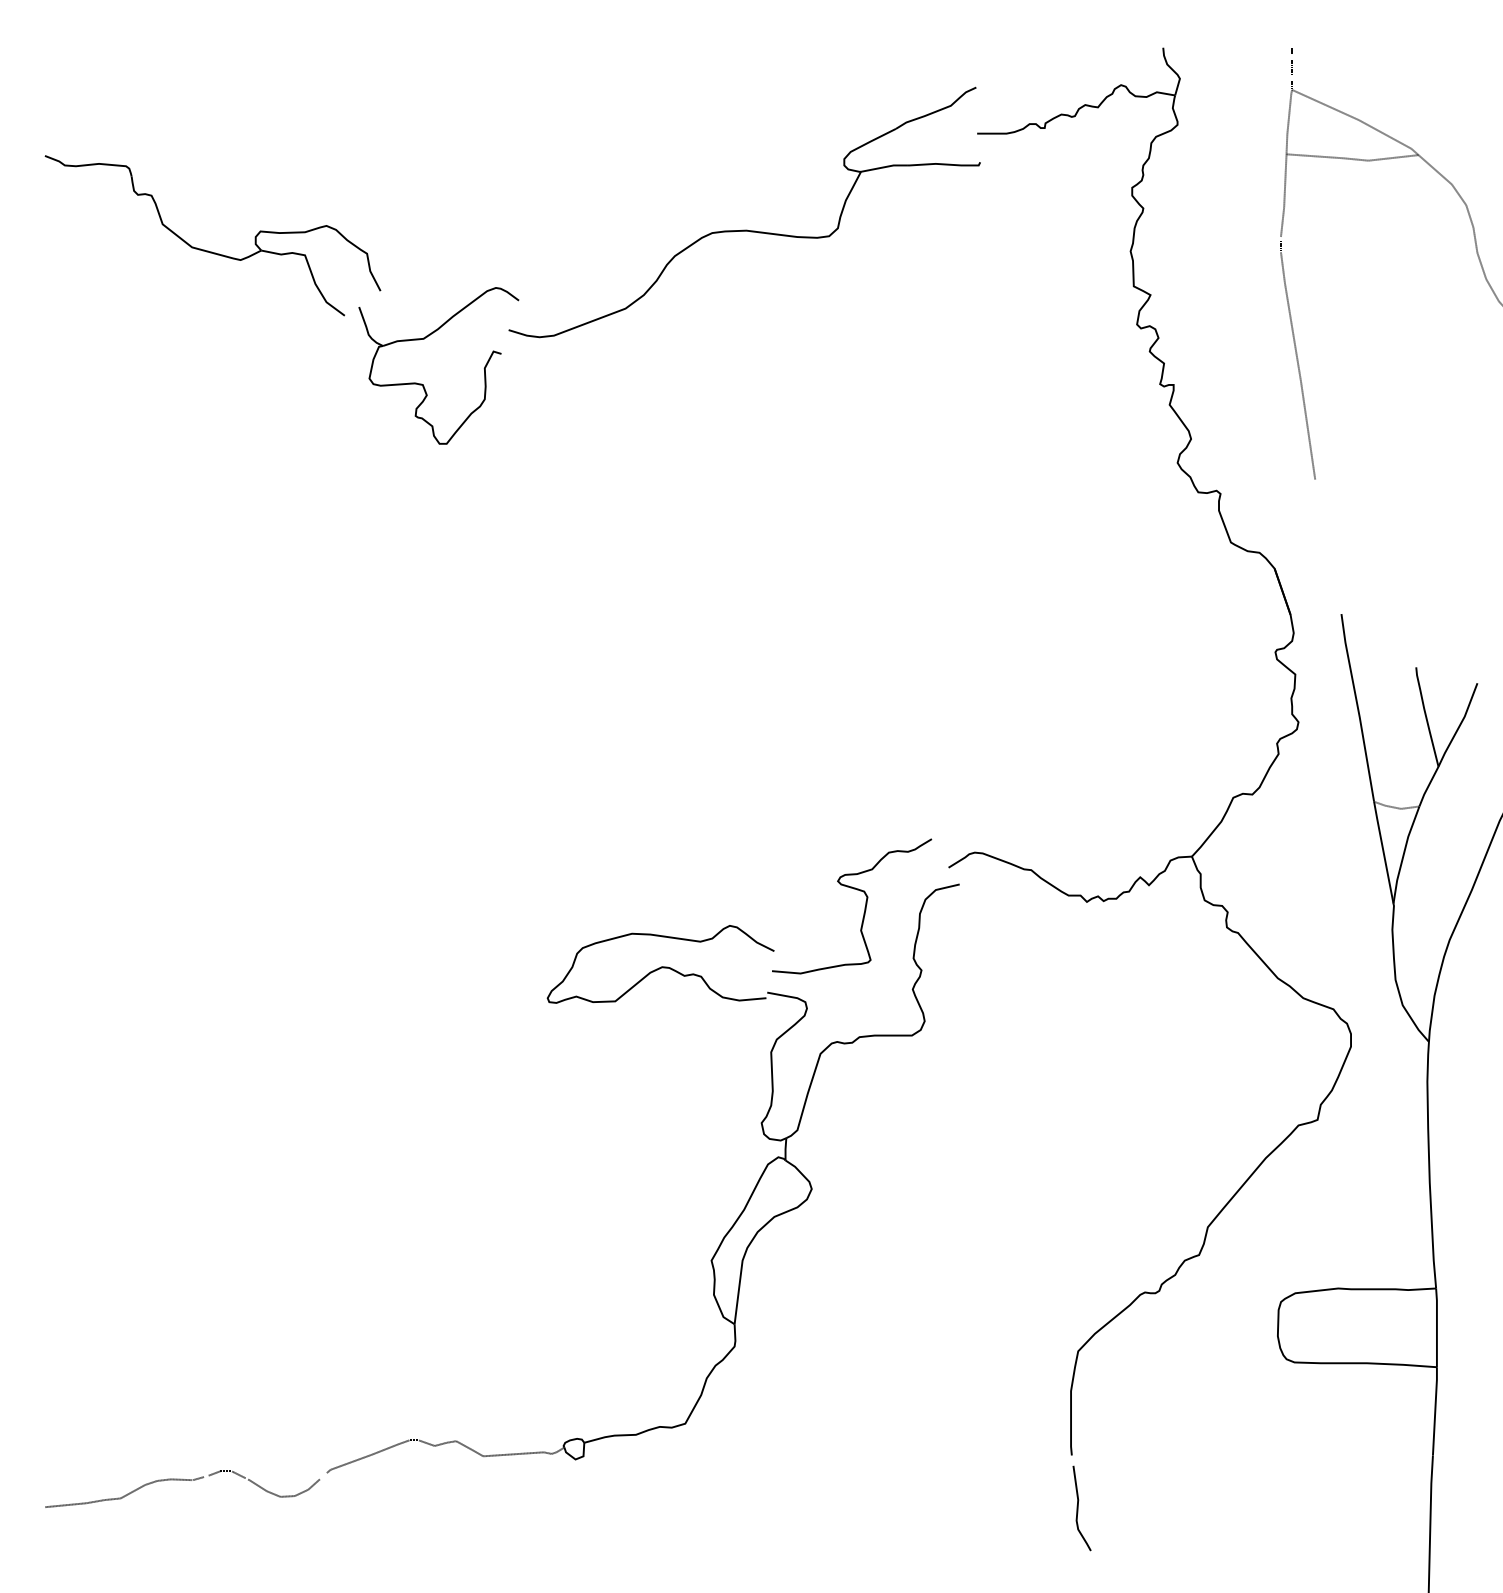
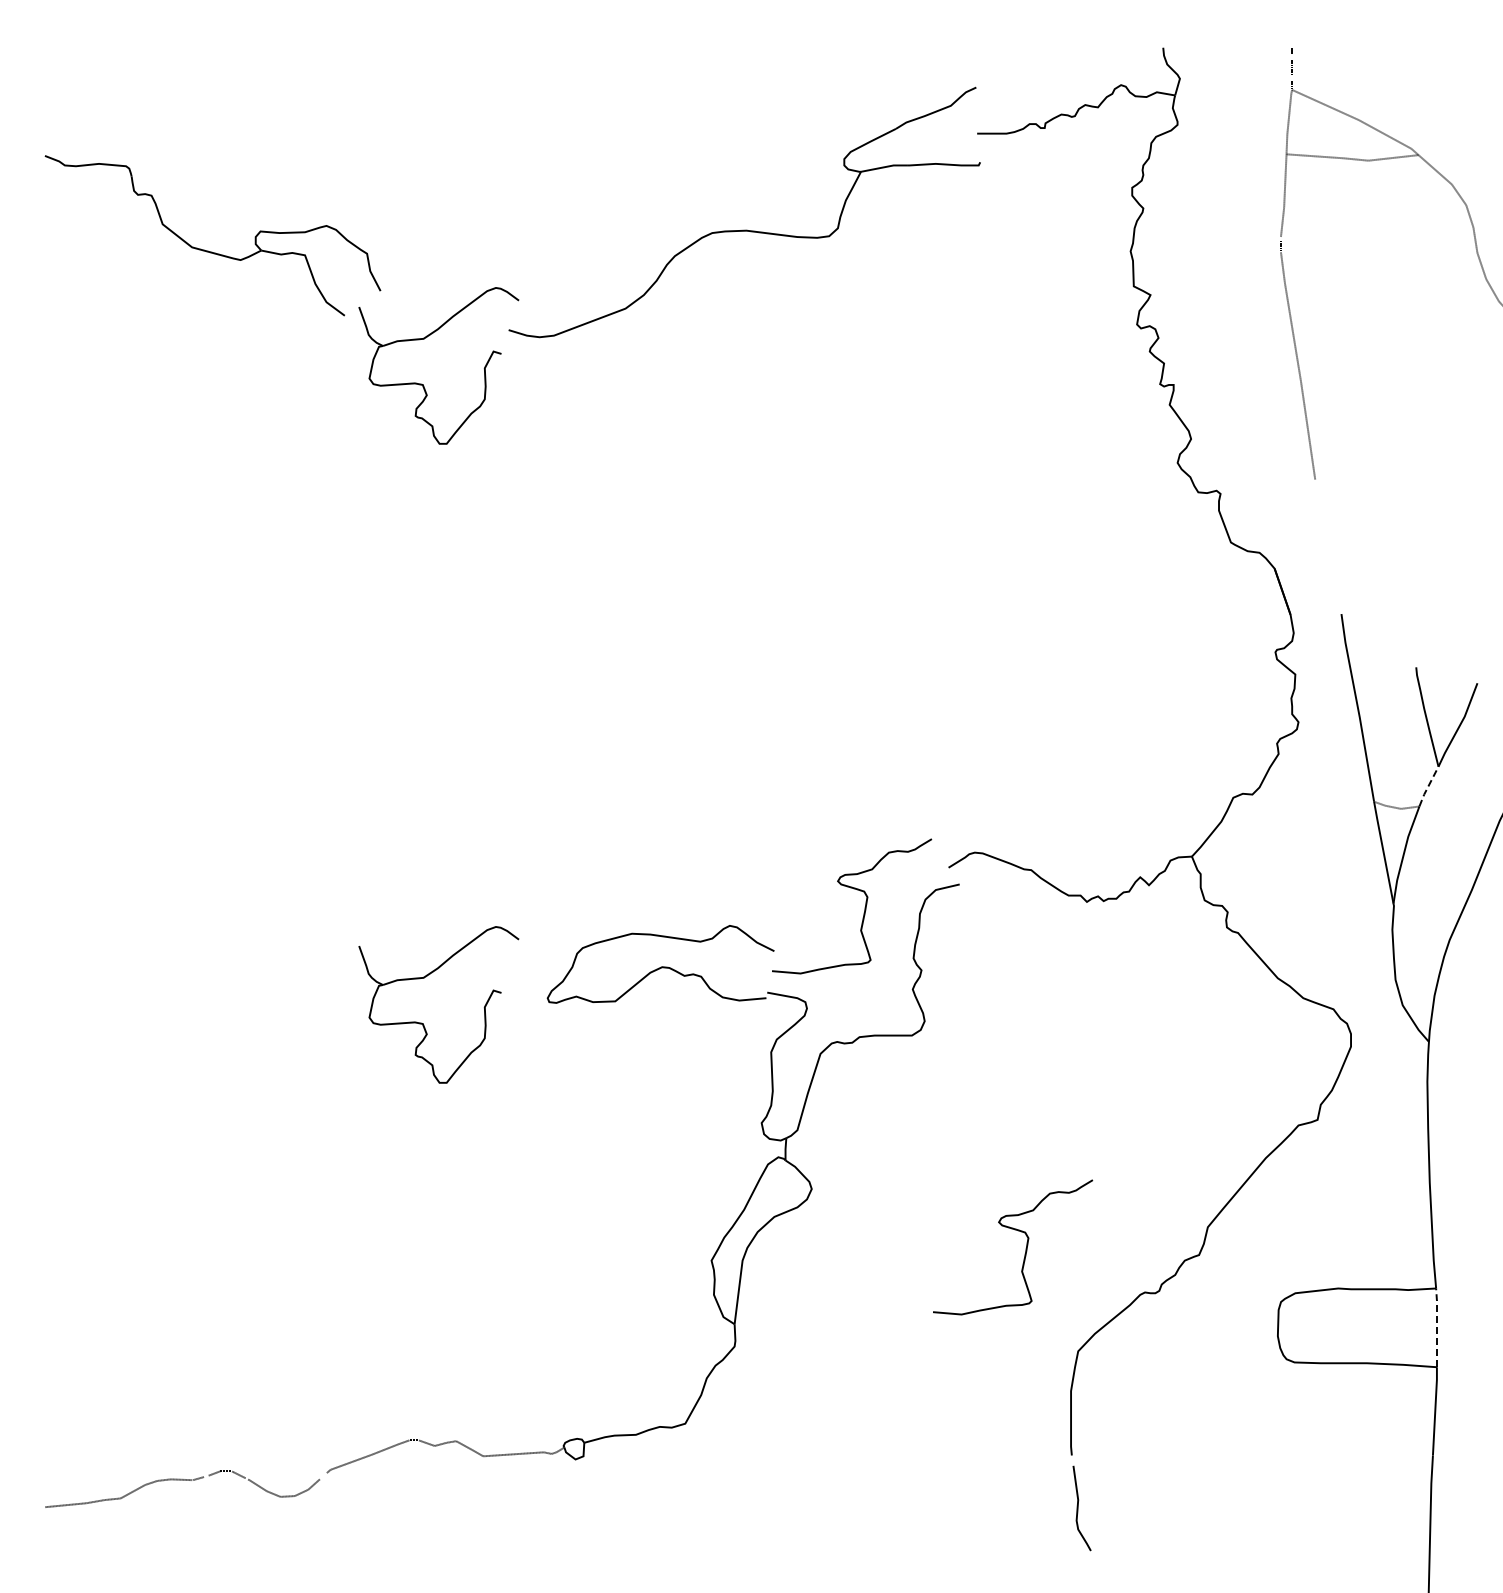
line at (1428, 786): solid -> dashed
part at (423, 1023): none -> present
curve at (1025, 1248): none -> present
line at (1436, 1327): solid -> dashed
